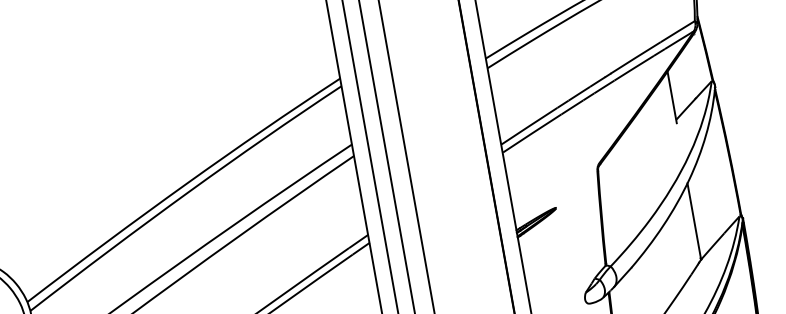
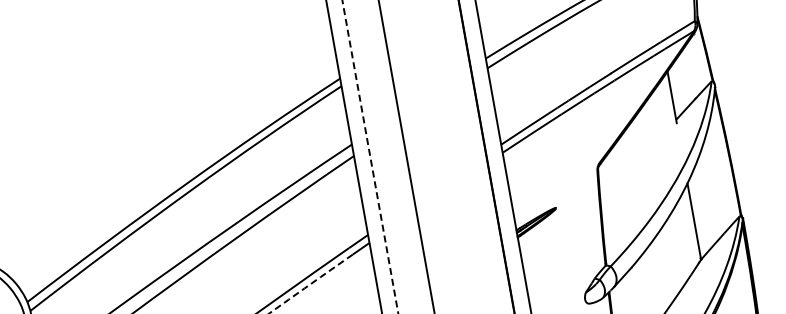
line at (386, 156): present -> none
line at (370, 157): solid -> dashed
arc at (310, 284): solid -> dashed
